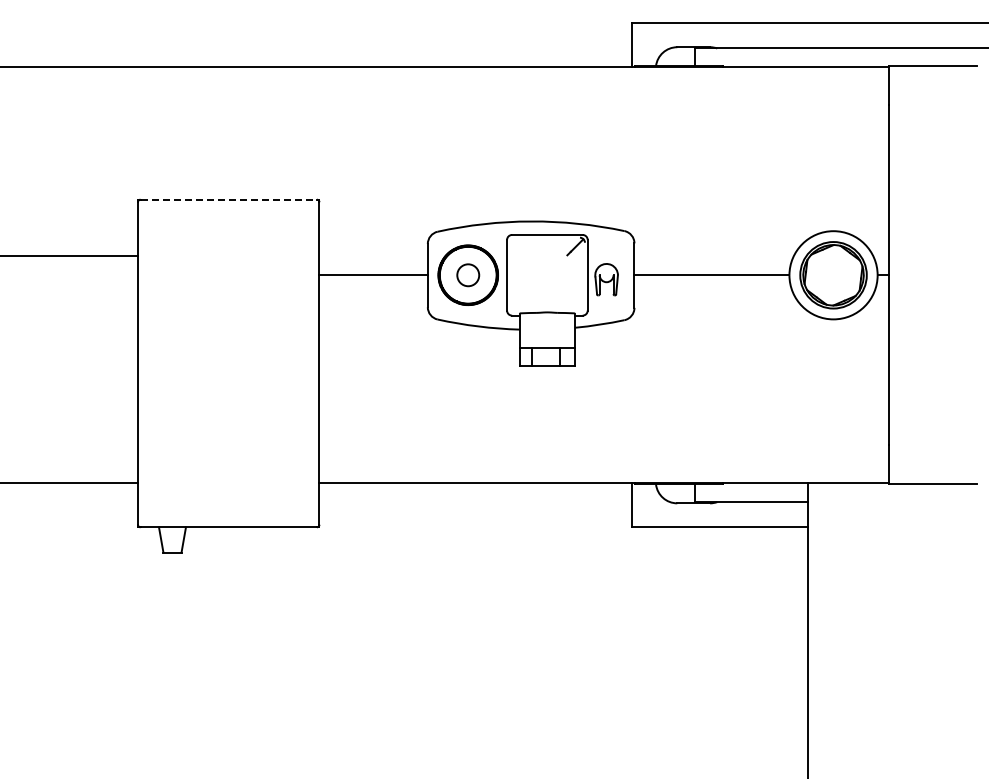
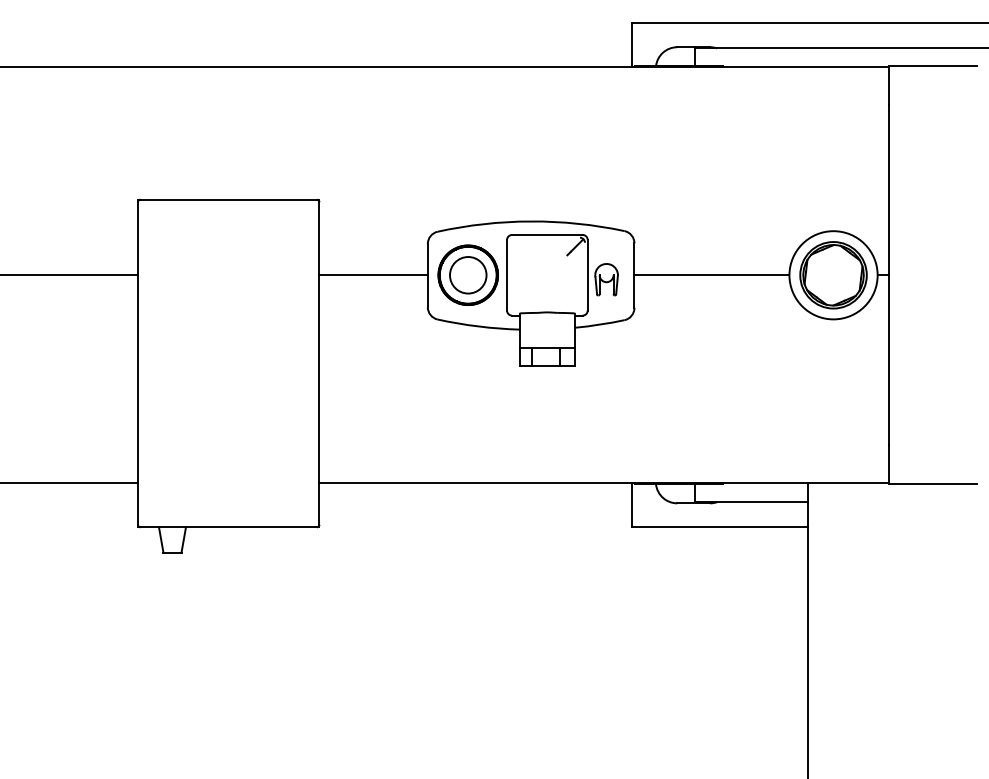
line at (229, 199): dashed -> solid
line at (70, 256) position: (70, 256) -> (70, 275)
circle at (468, 275) diameter: 22 px -> 37 px
